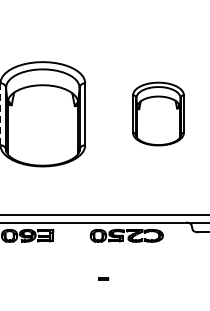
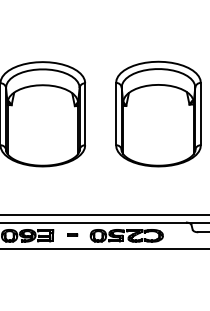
part at (158, 113) size: 53x66 px -> 87x108 px
line at (0, 114): dashed -> solid
line at (104, 249): none -> present
part at (103, 278) position: (103, 278) -> (72, 234)
